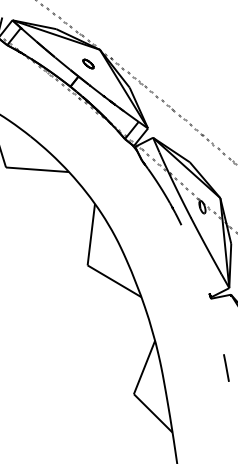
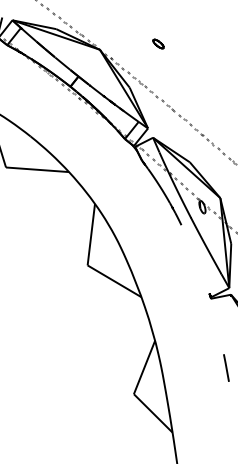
part at (88, 63) position: (88, 63) -> (158, 43)
